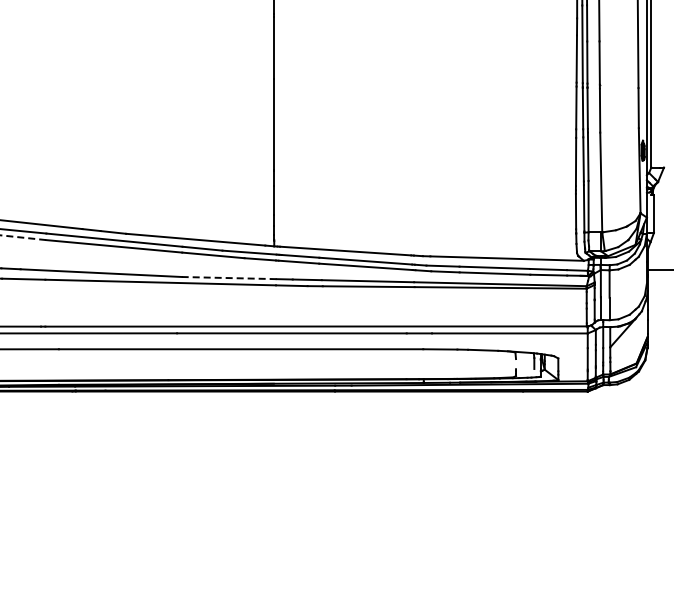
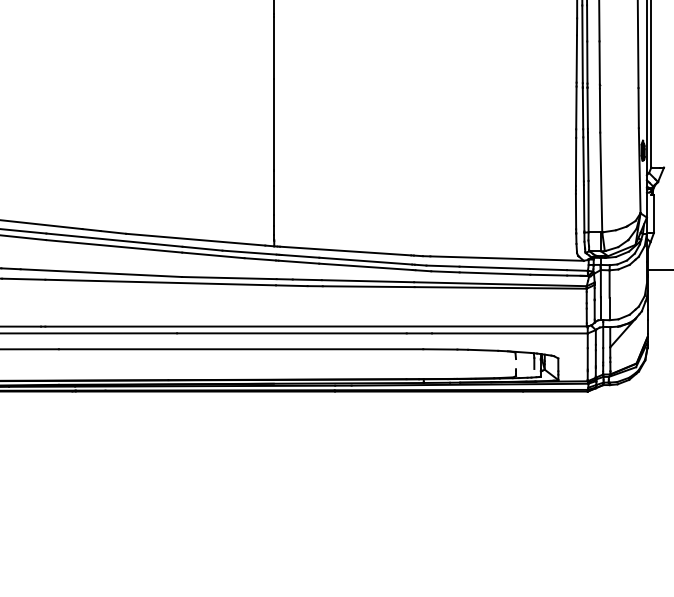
line at (23, 237): dashed -> solid
line at (228, 278): dashed -> solid
